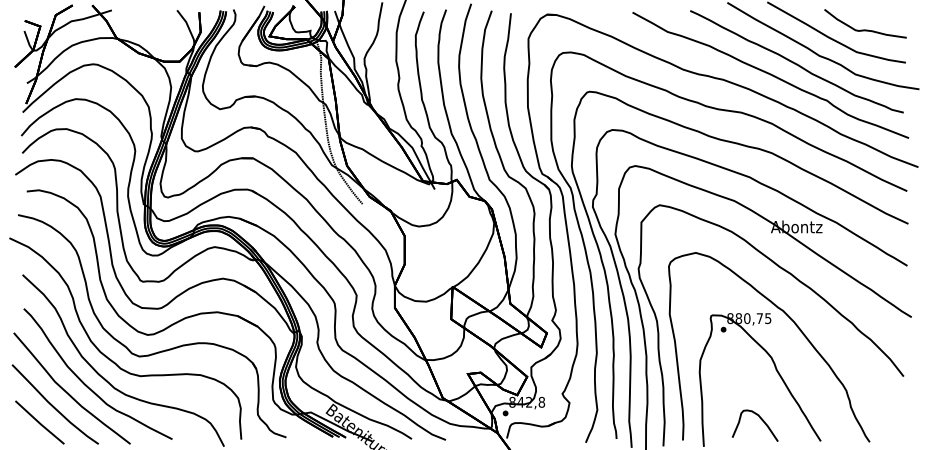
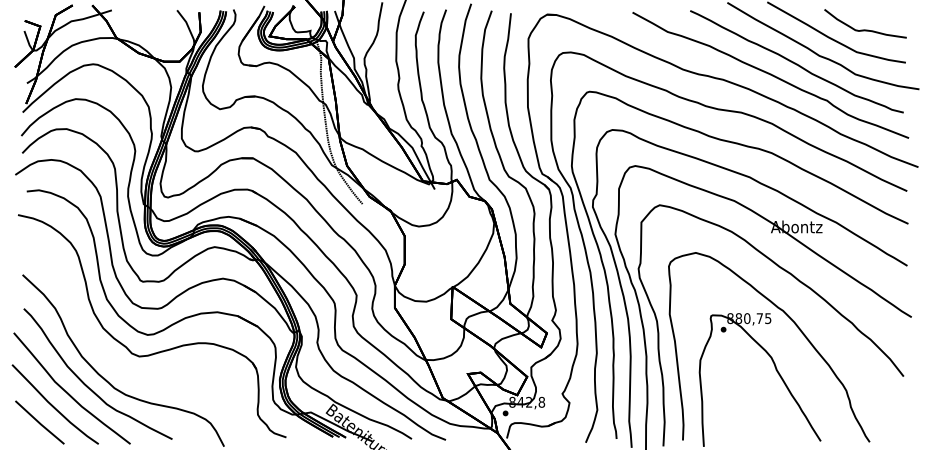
part at (110, 358): present -> none
curve at (760, 419): present -> none
